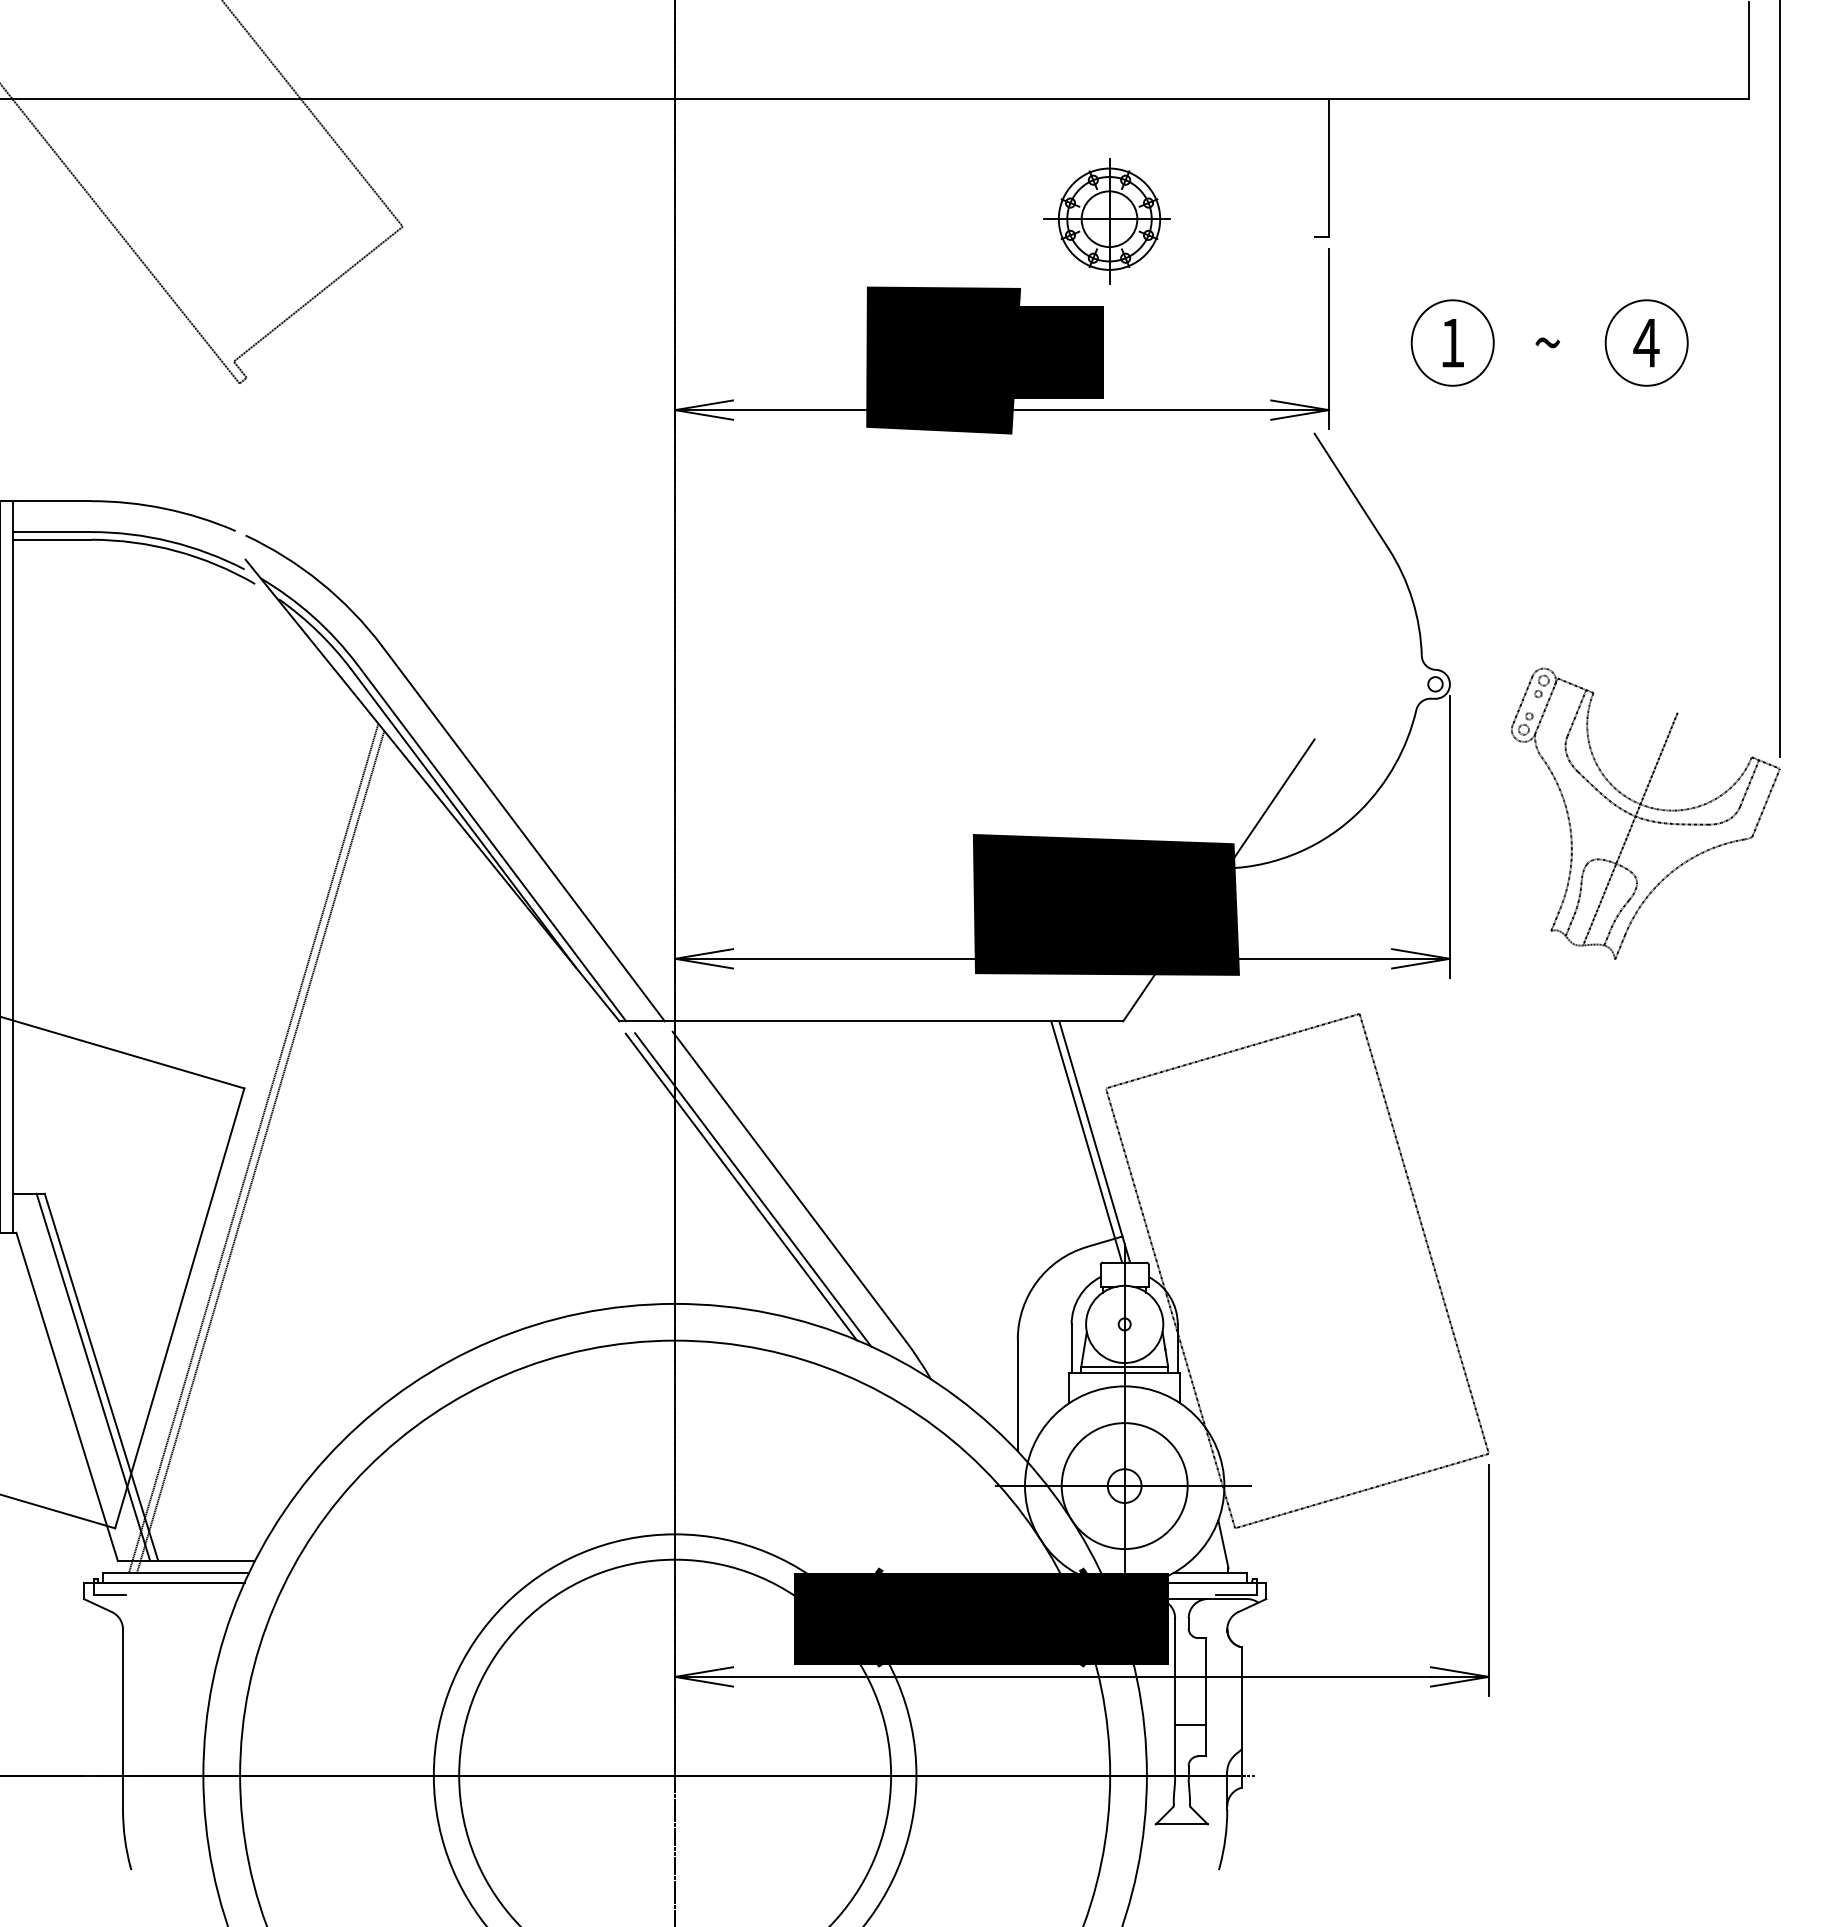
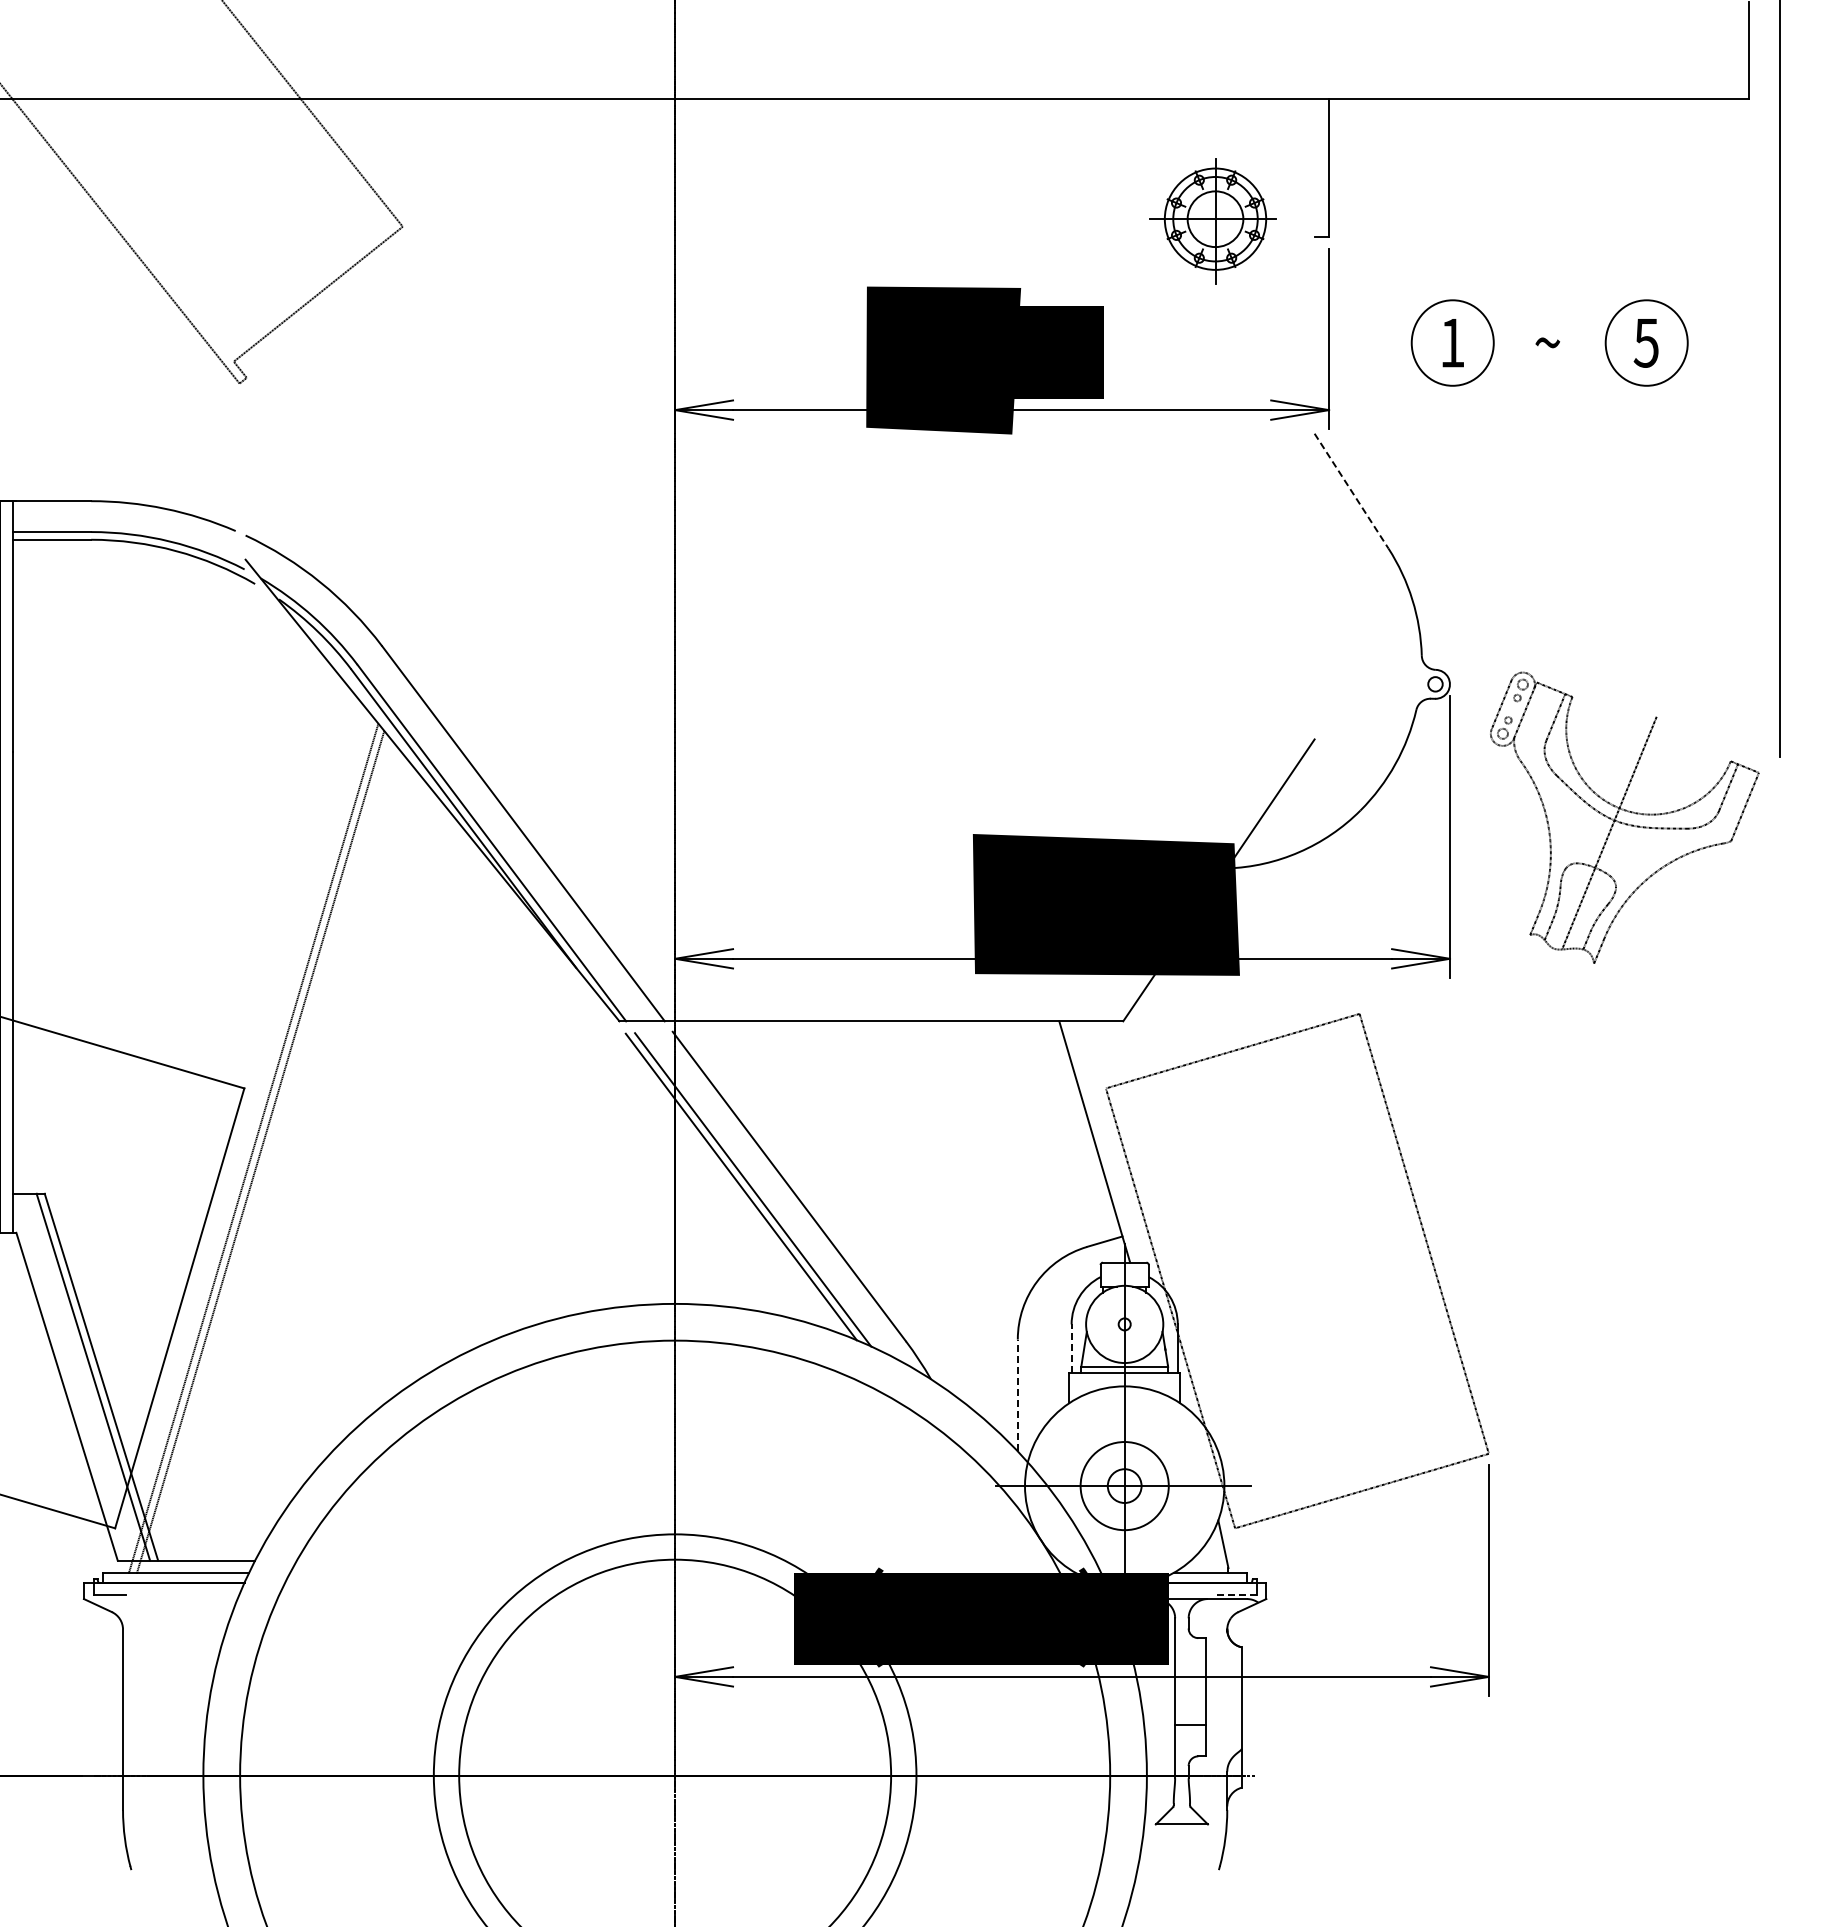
part at (1106, 221) position: (1106, 221) -> (1212, 221)
text at (1646, 343): 4 -> 5
line at (1351, 491): solid -> dashed
part at (1645, 813) position: (1645, 813) -> (1624, 817)
line at (1086, 1141): present -> none
line at (1071, 1348): solid -> dashed
line at (1017, 1395): solid -> dashed
circle at (1124, 1486) diameter: 126 px -> 88 px
line at (1236, 1594): solid -> dashed
